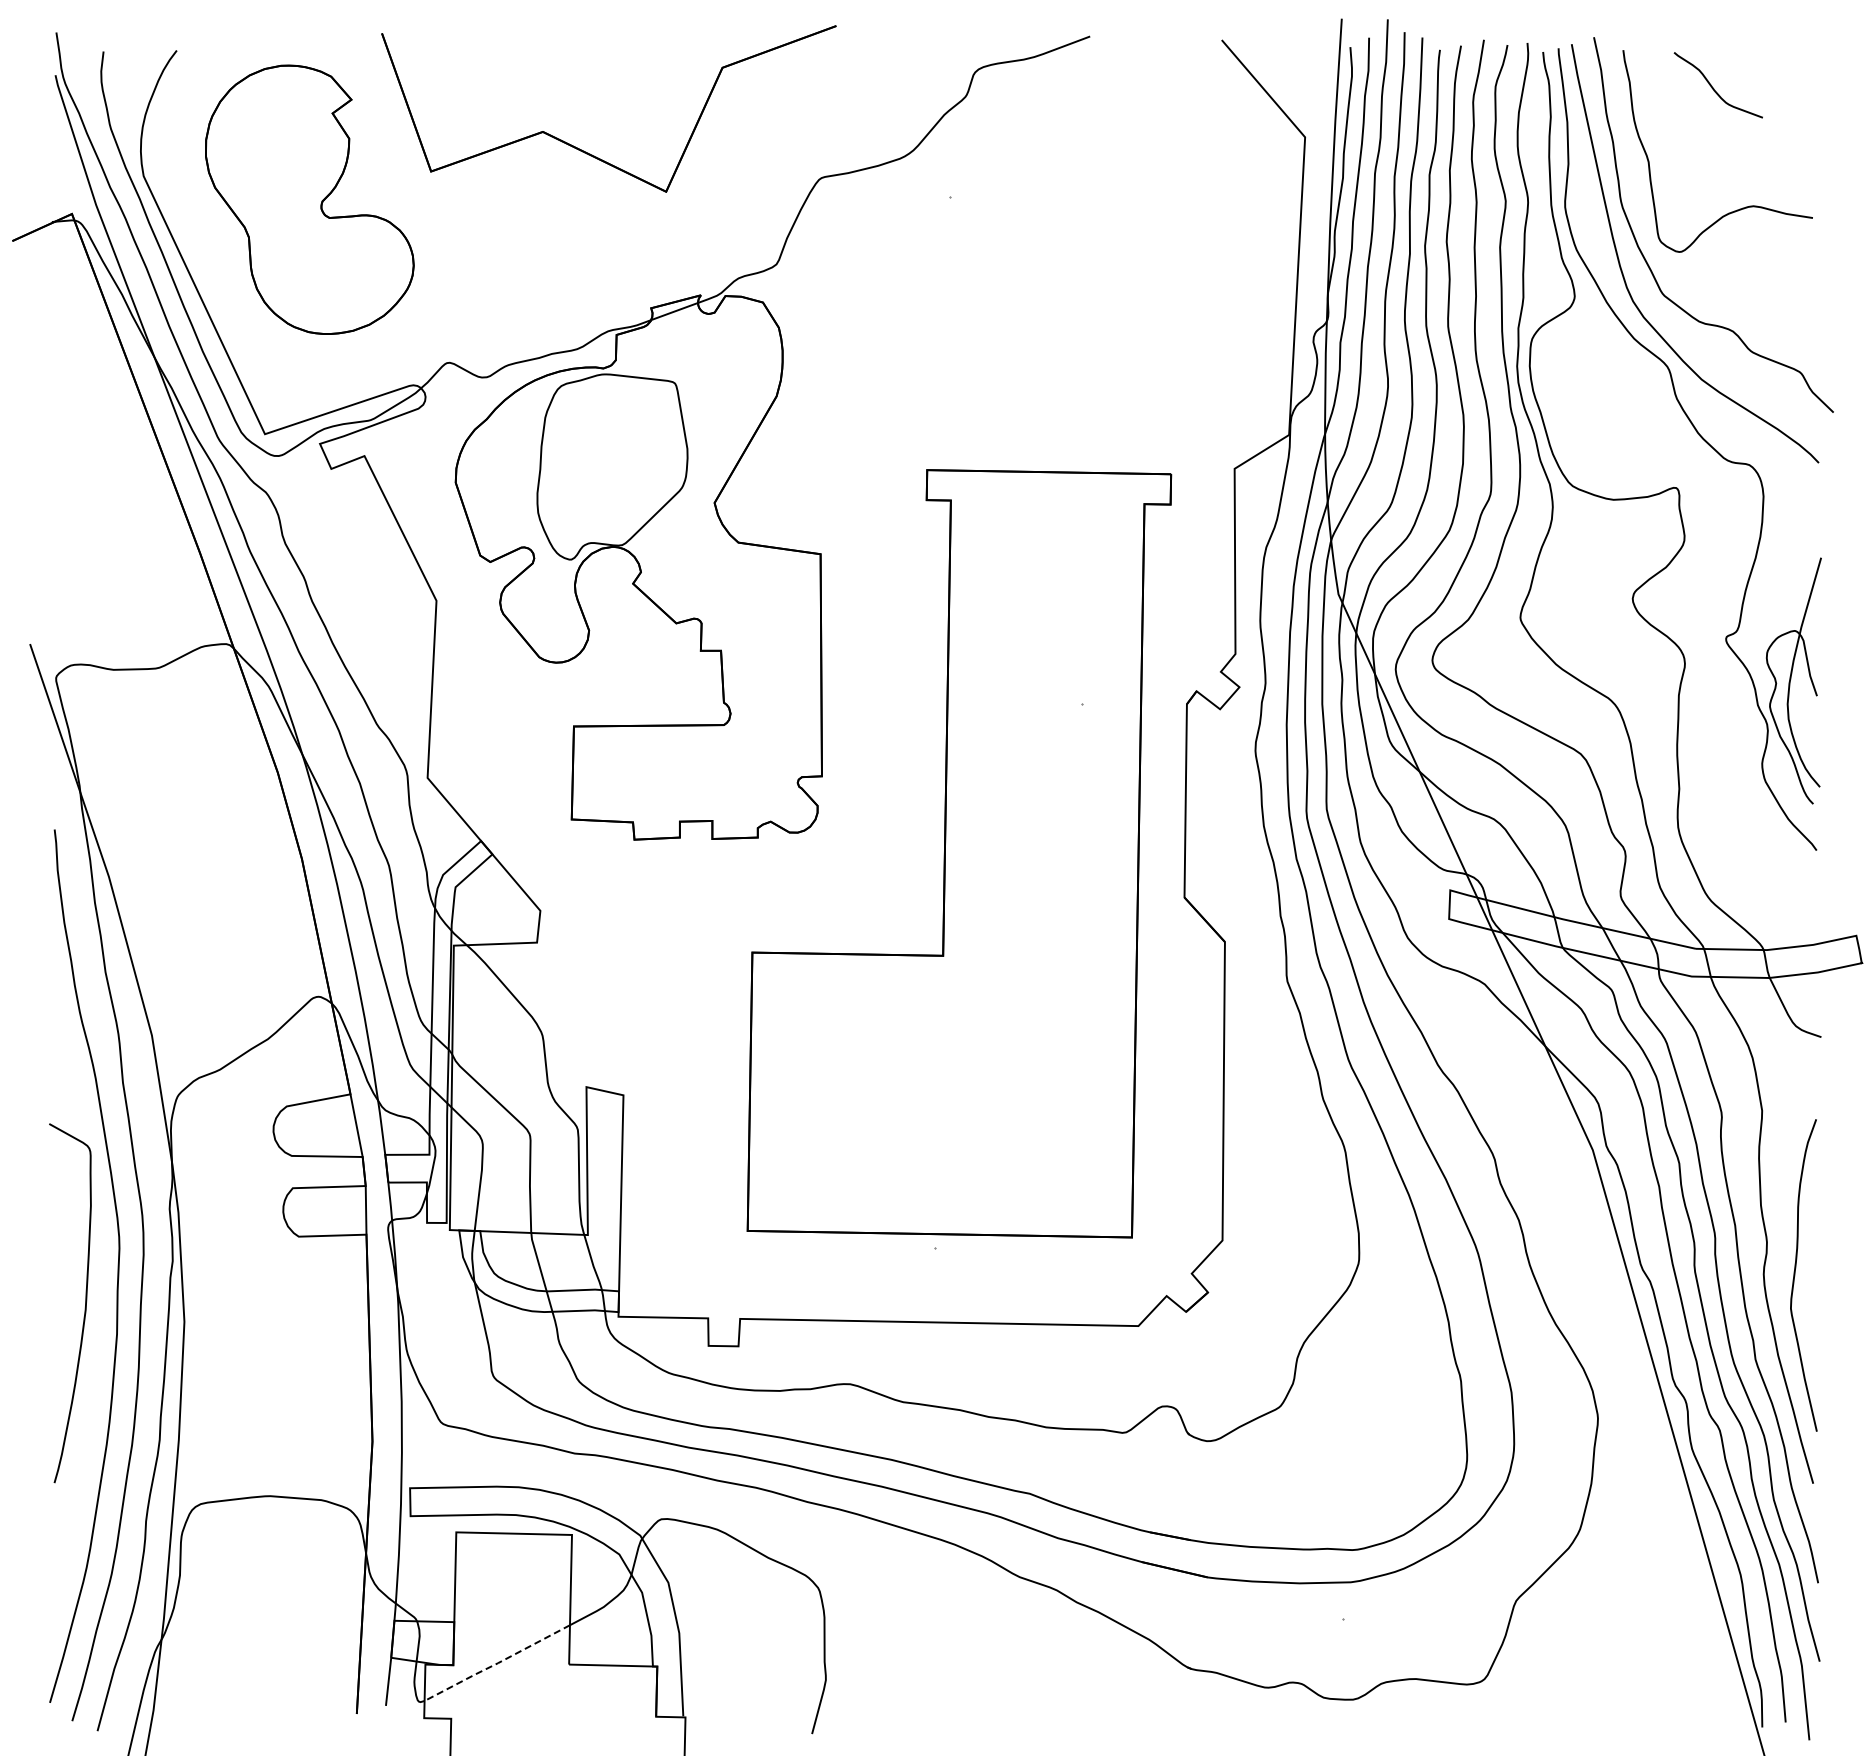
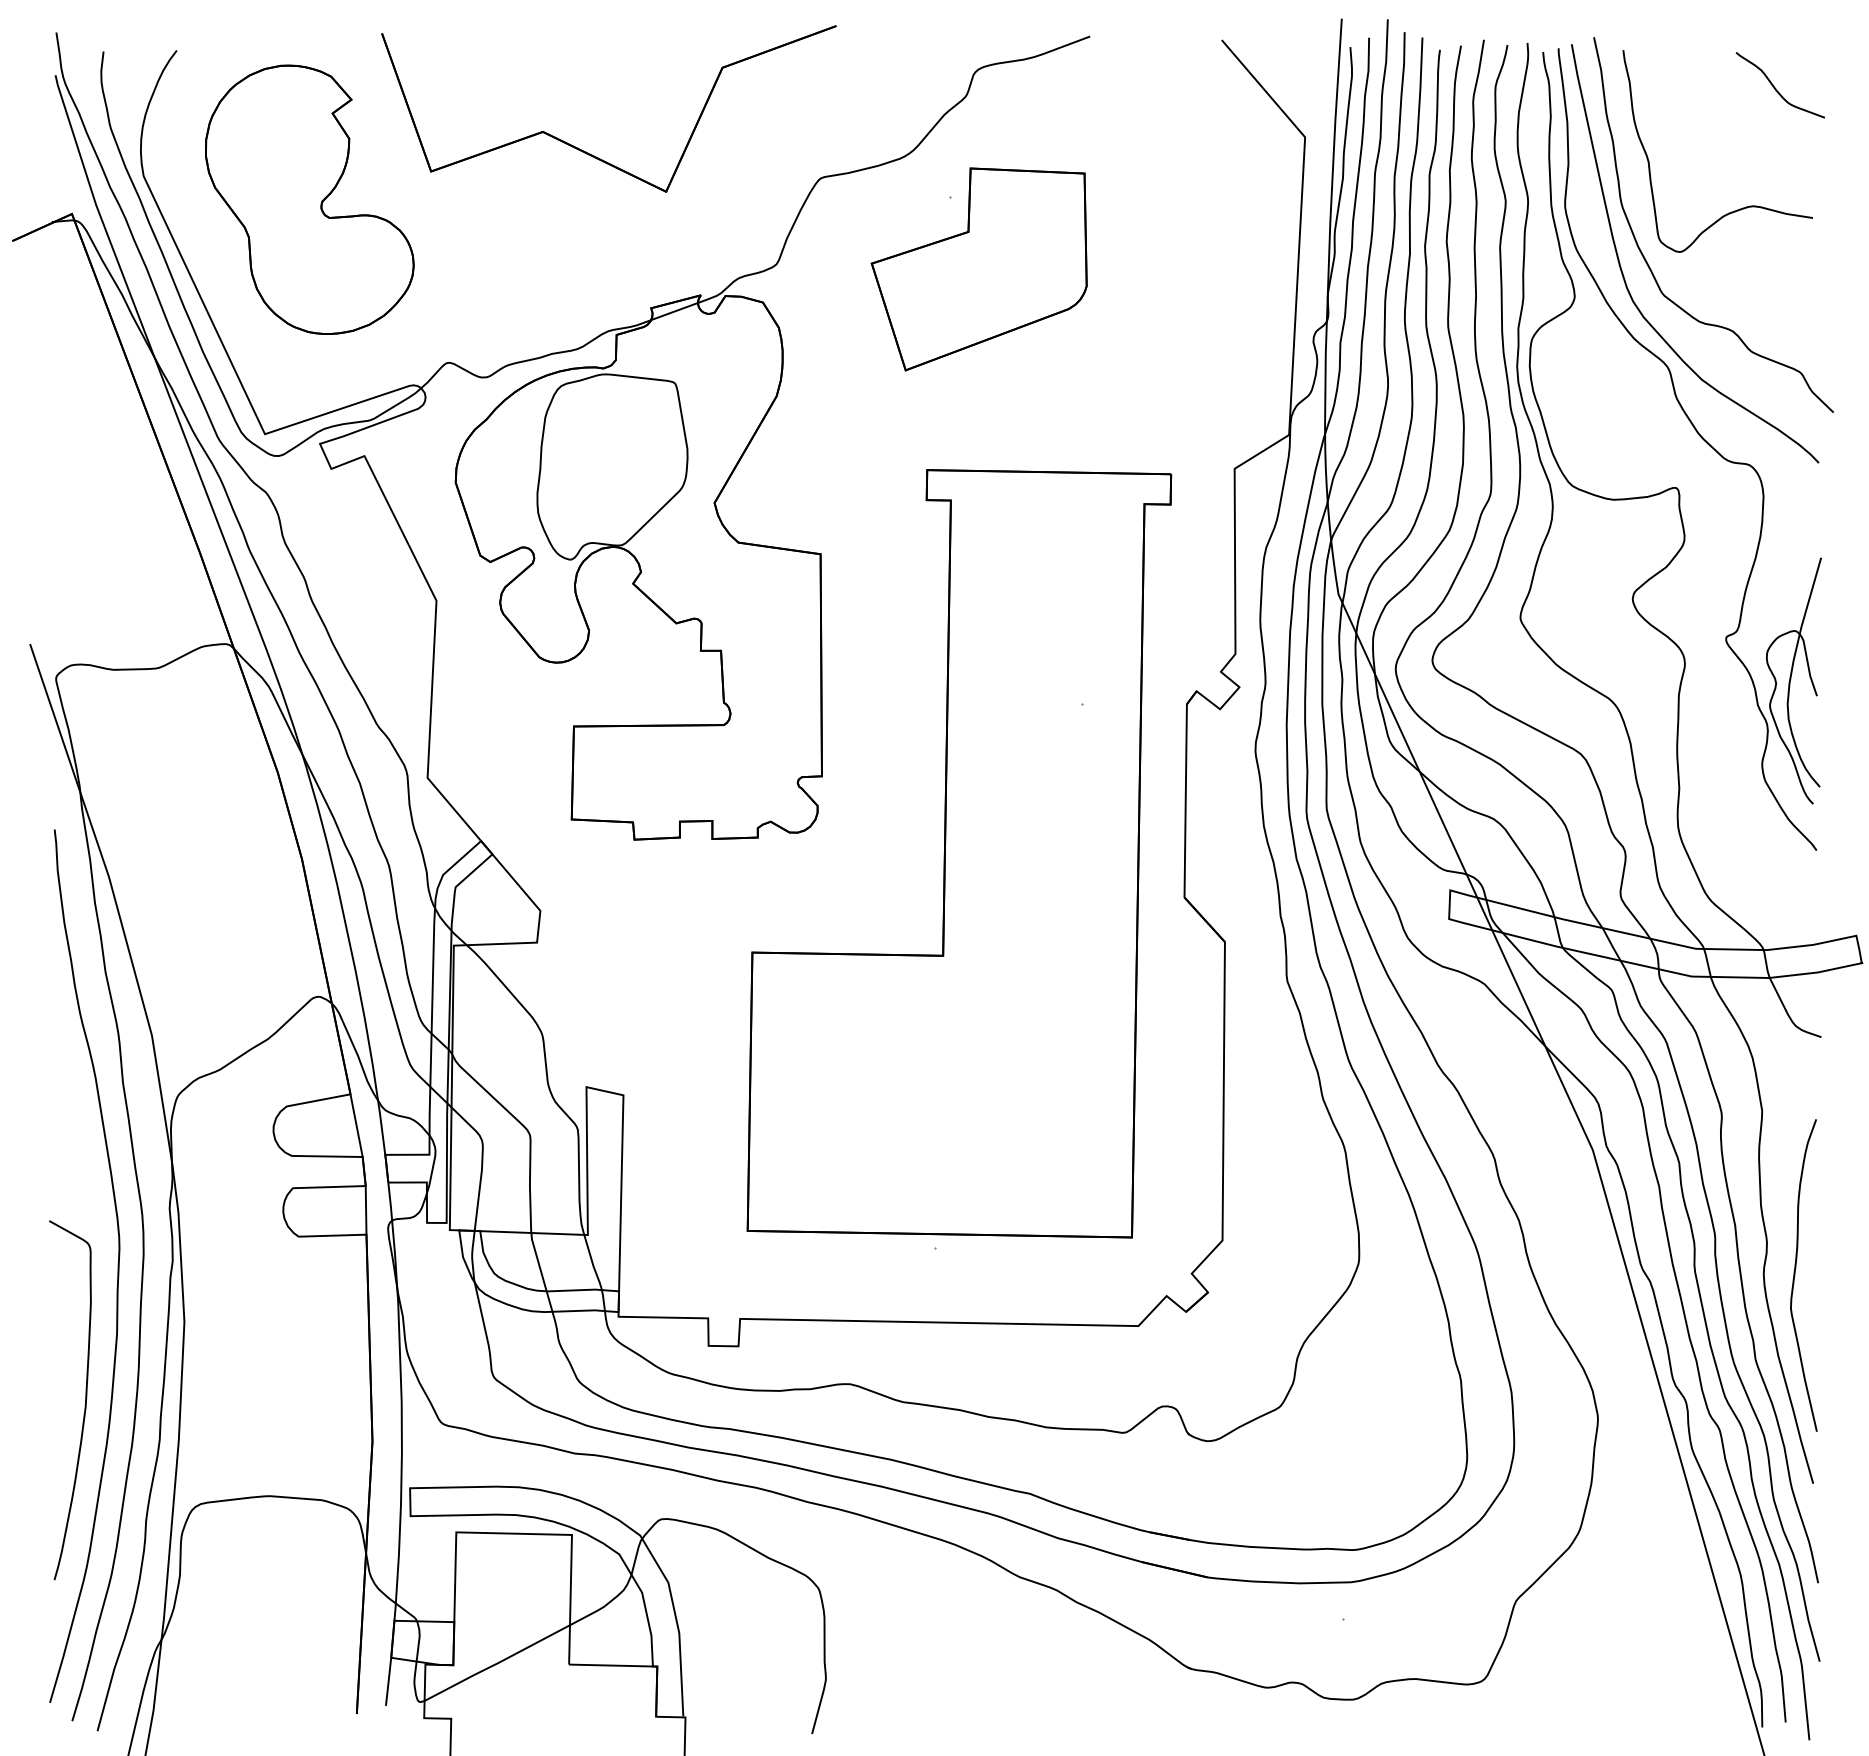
curve at (1714, 88) position: (1714, 88) -> (1776, 88)
part at (978, 269): none -> present
curve at (84, 1308) position: (84, 1308) -> (84, 1405)
line at (497, 1663): dashed -> solid
